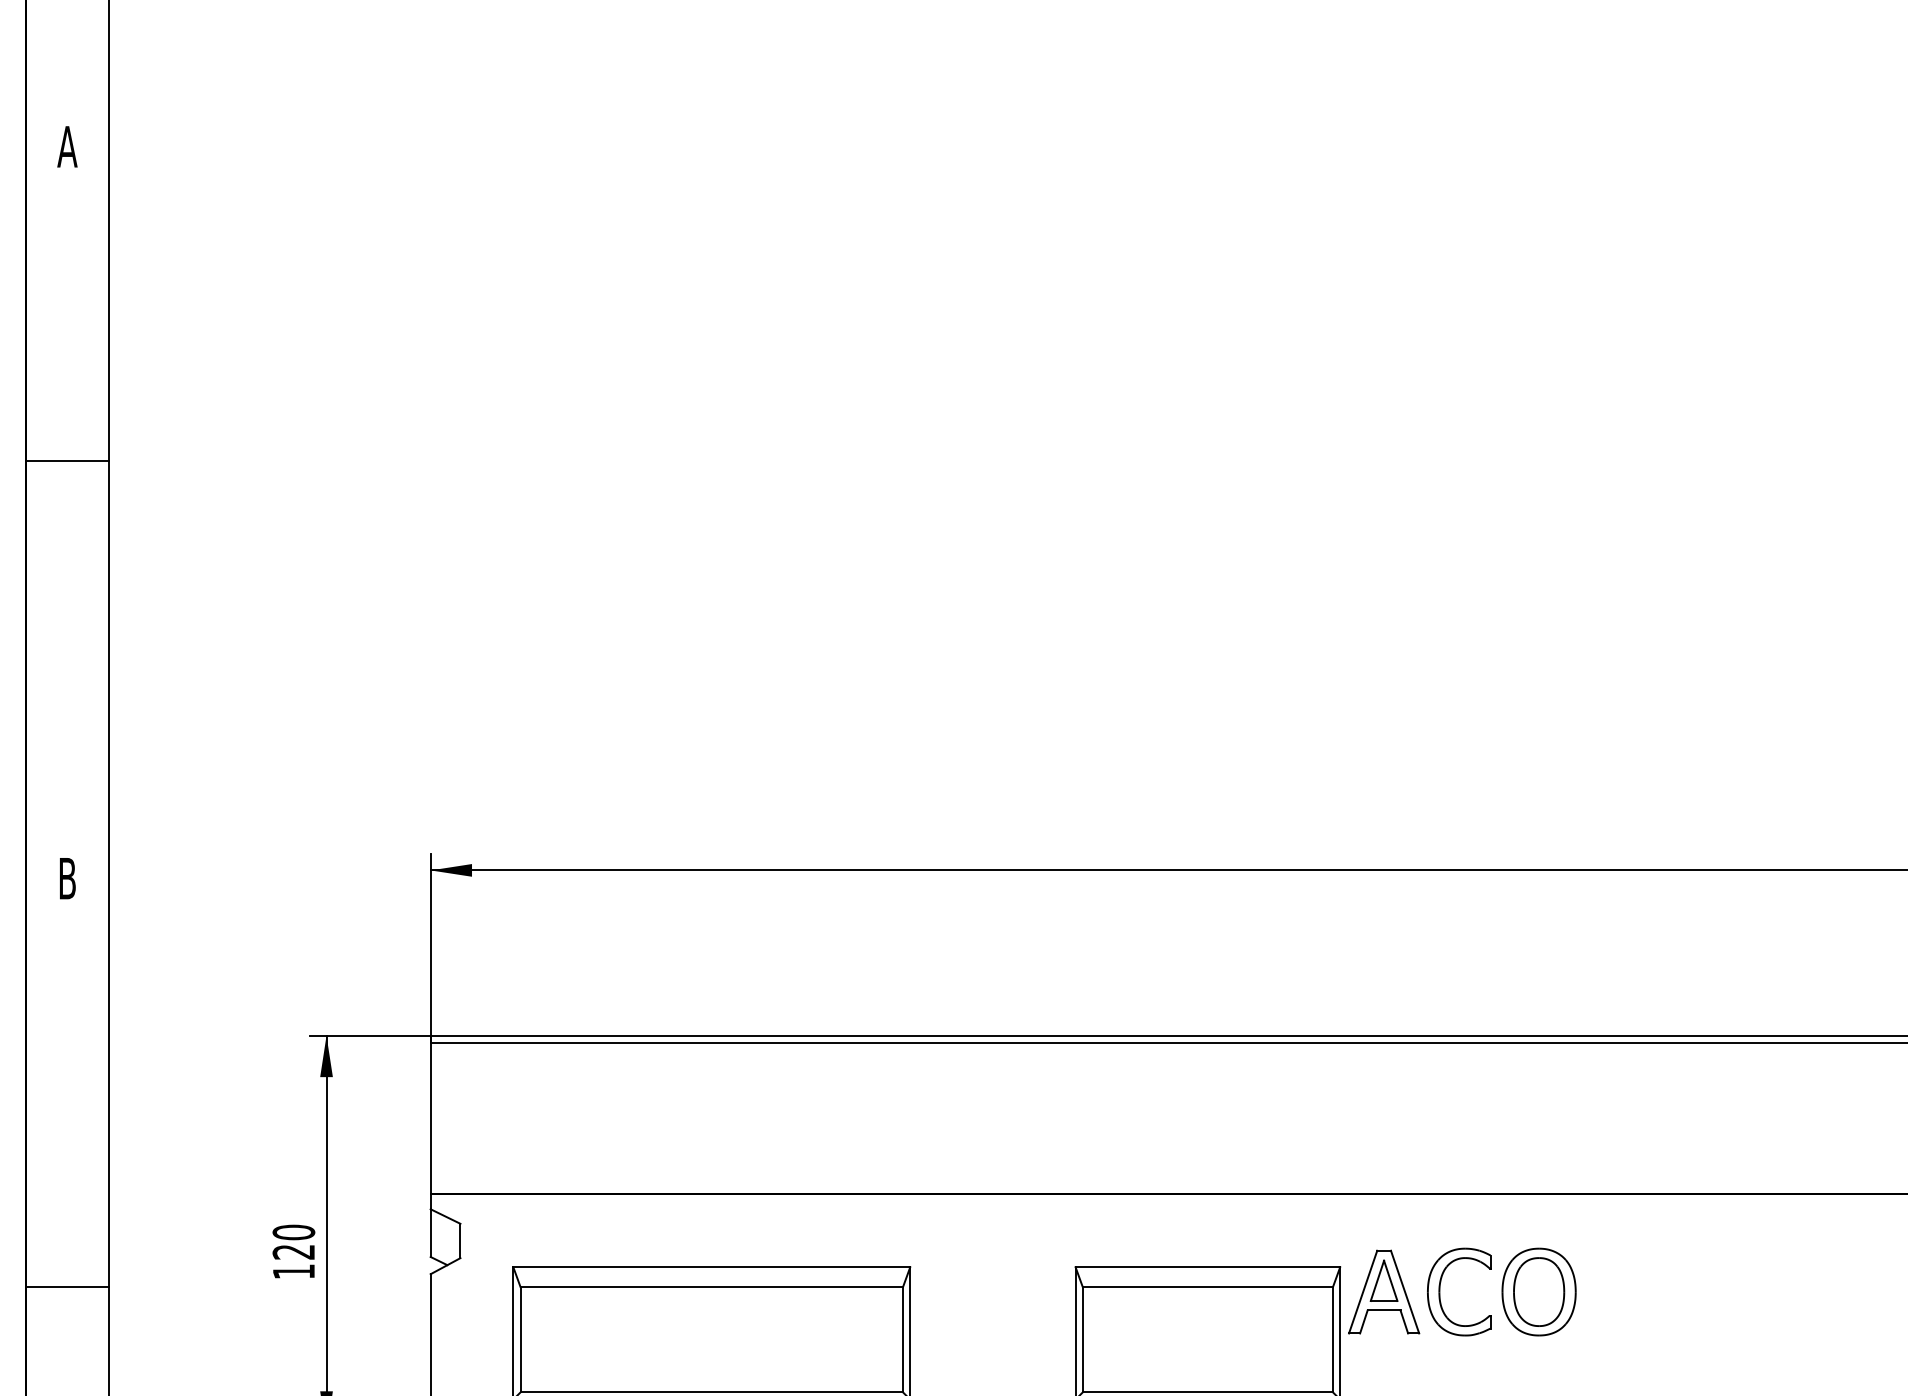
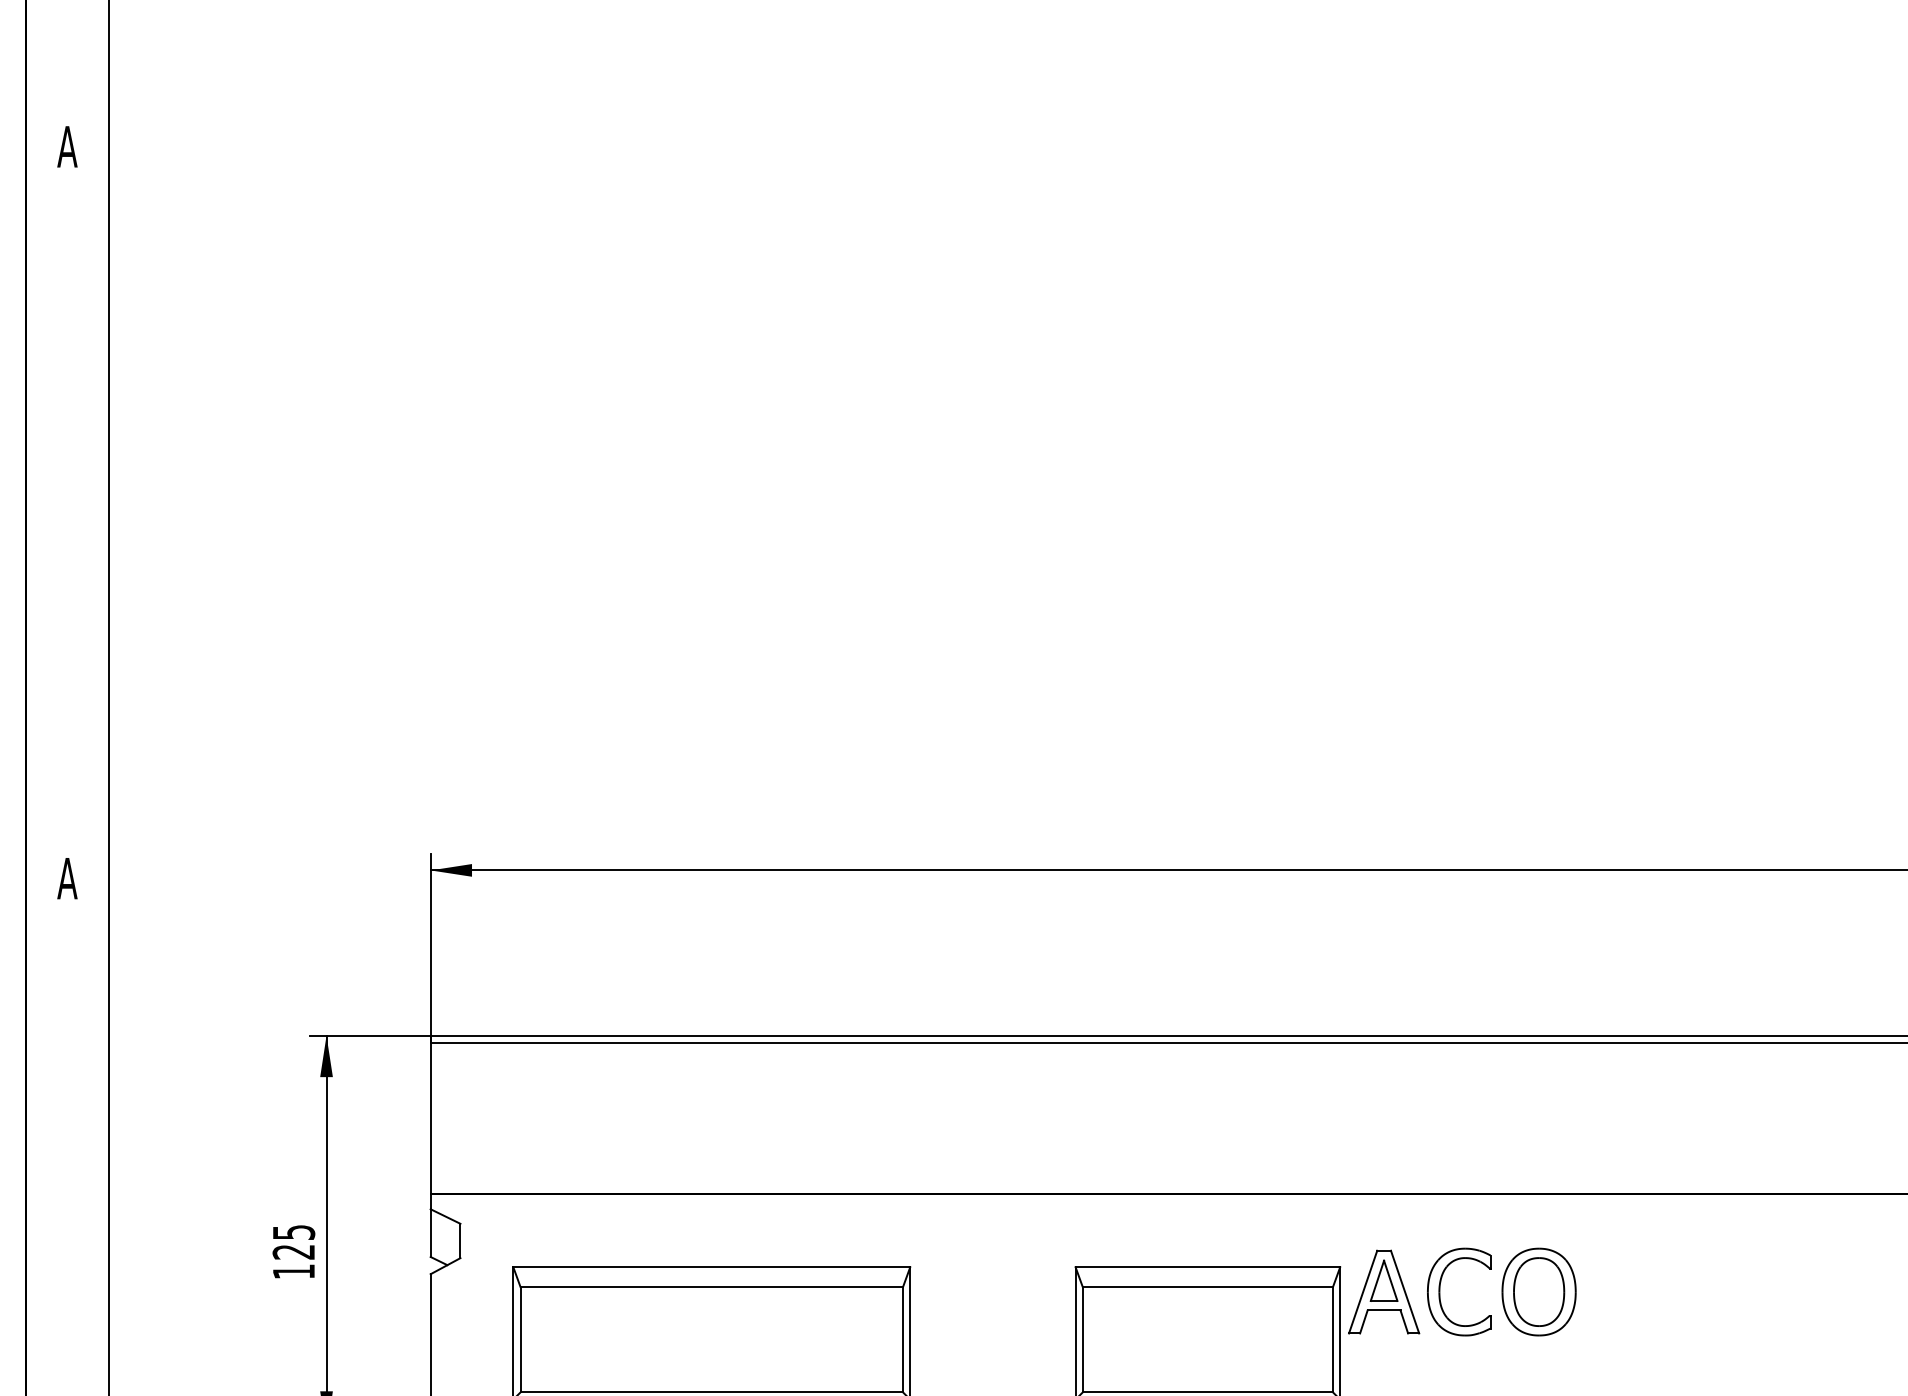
line at (67, 460): present -> none
text at (67, 878): B -> A
text at (293, 1232): 120 -> 125
line at (67, 1287): present -> none
